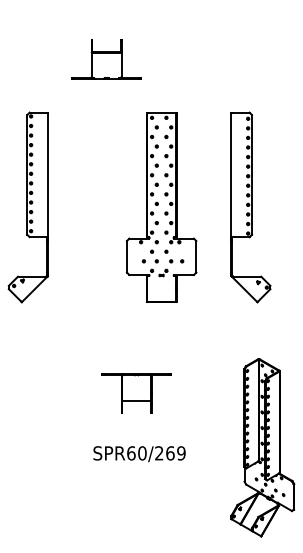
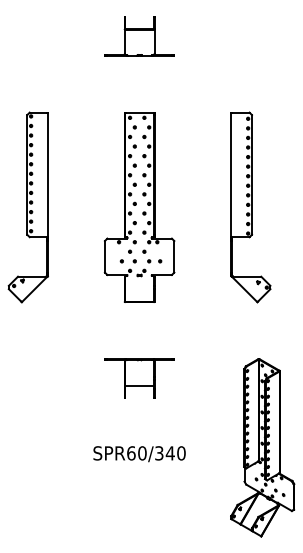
part at (106, 59) position: (106, 59) -> (139, 36)
part at (161, 207) position: (161, 207) -> (139, 207)
part at (136, 393) position: (136, 393) -> (139, 378)
text at (170, 453): SPR60/269 -> SPR60/340
